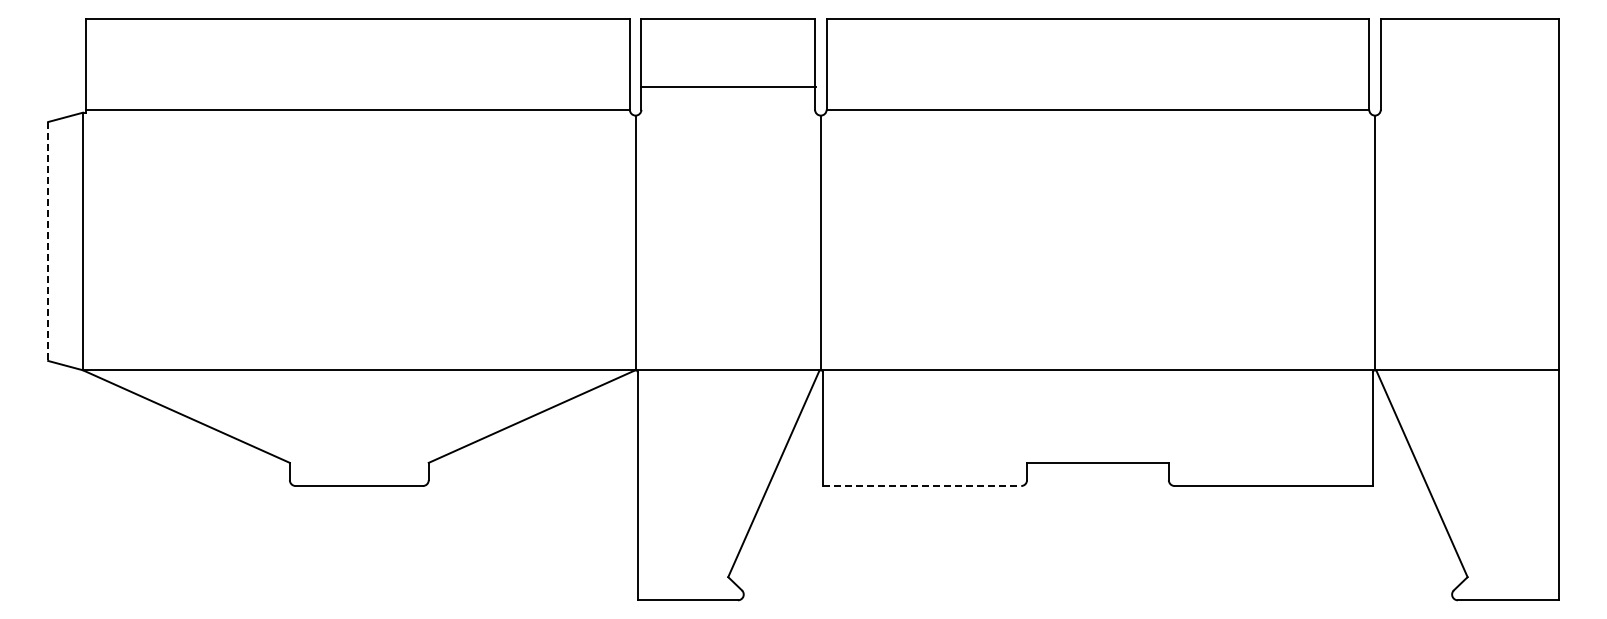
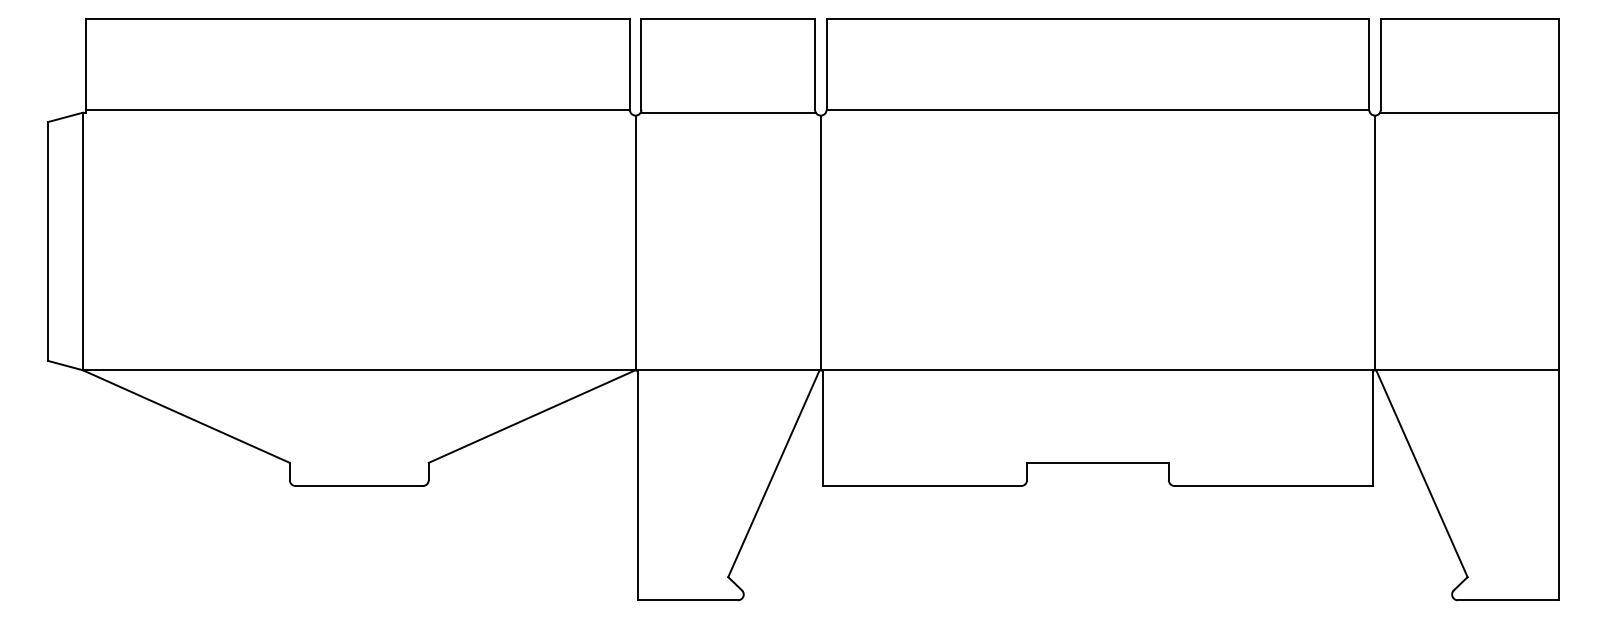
line at (727, 86) position: (727, 86) -> (727, 112)
line at (1469, 112): none -> present
line at (48, 242): dashed -> solid
line at (922, 486): dashed -> solid
